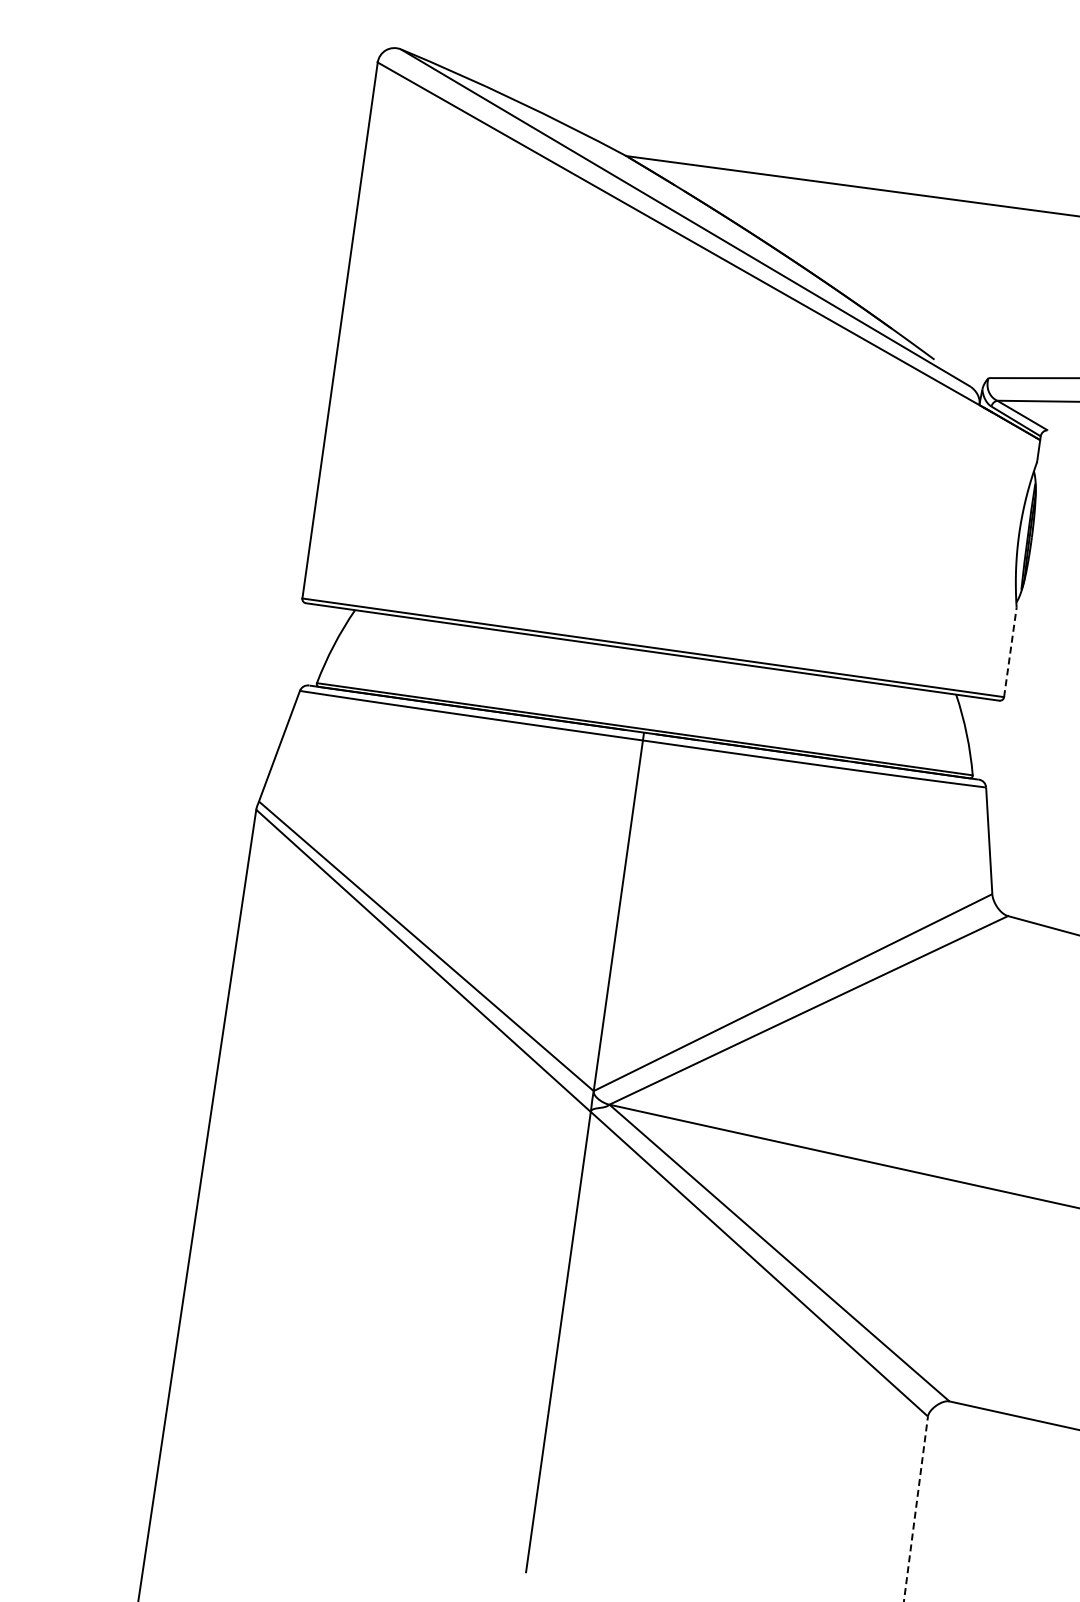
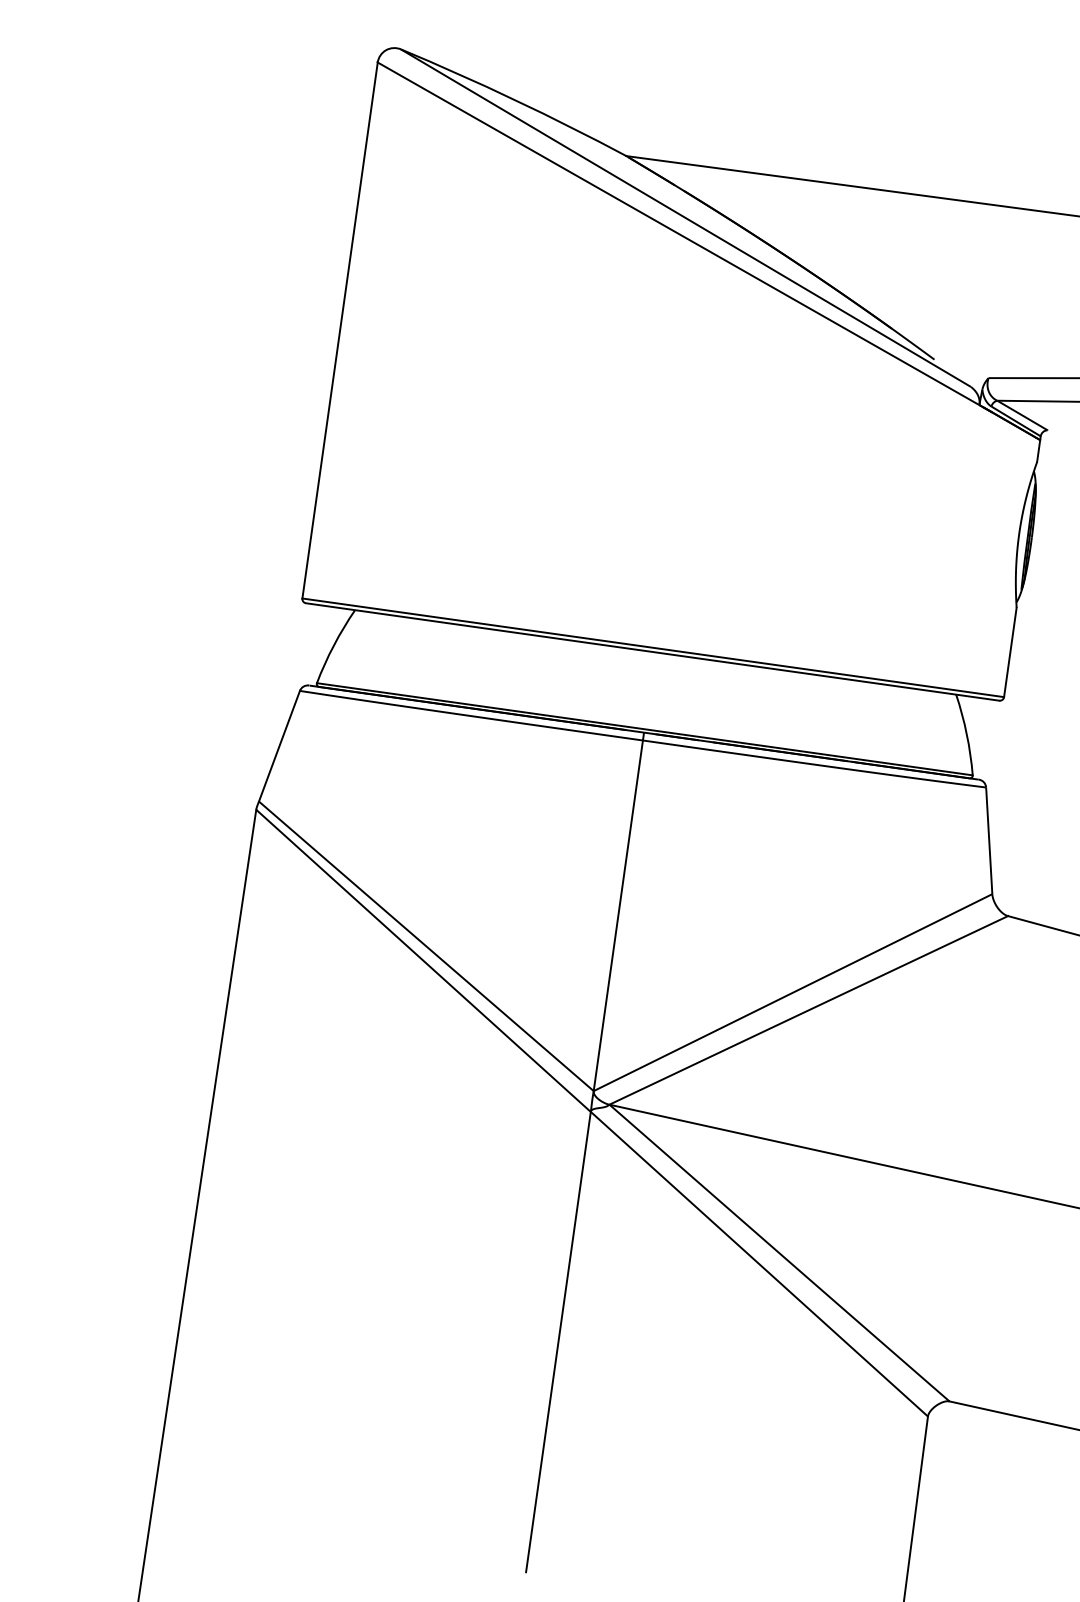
line at (1010, 651): dashed -> solid
line at (915, 1508): dashed -> solid
